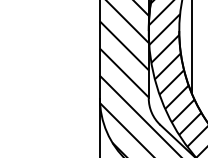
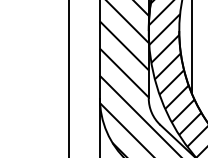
line at (69, 78): none -> present
